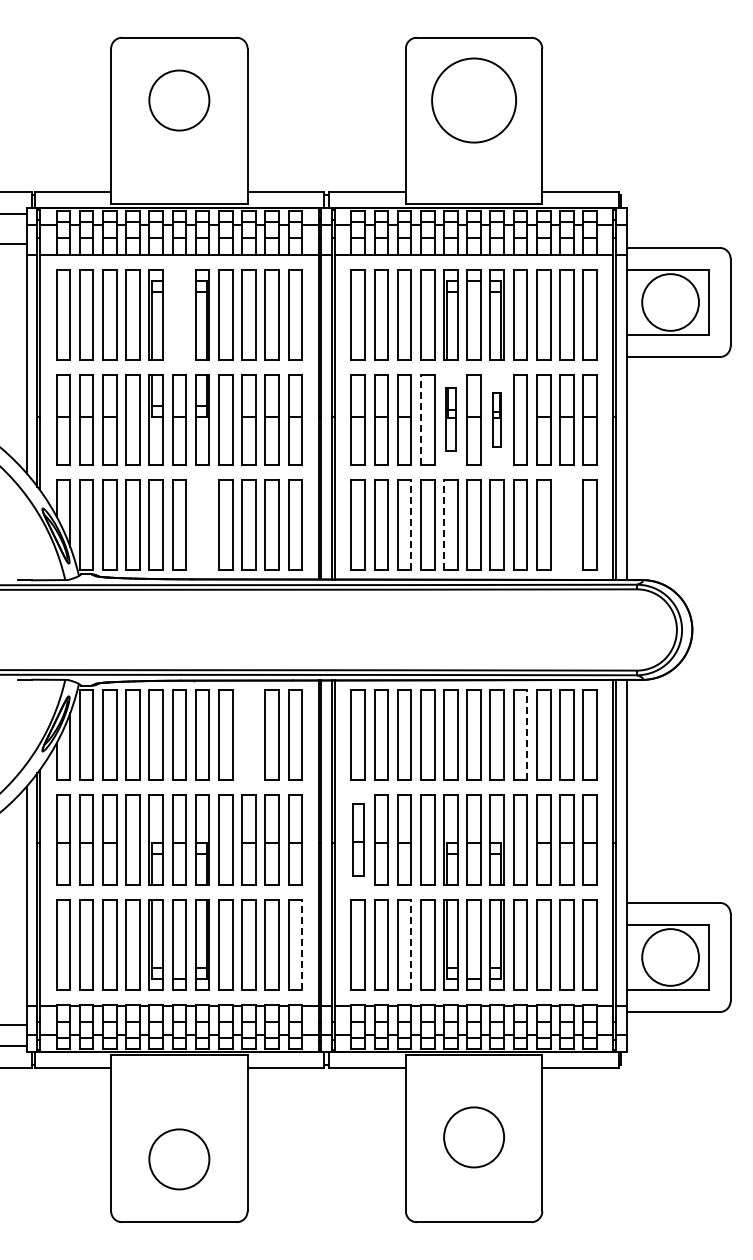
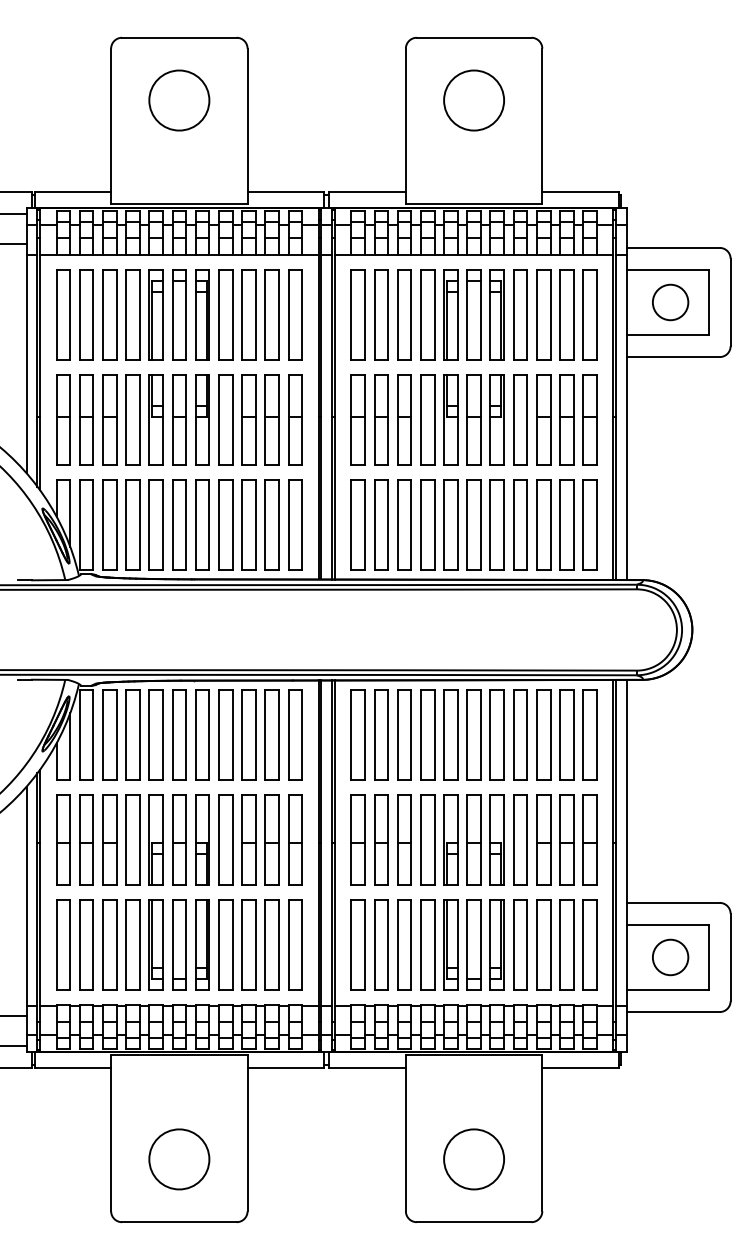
circle at (474, 100) diameter: 84 px -> 60 px
circle at (670, 302) diameter: 57 px -> 35 px
part at (179, 314): none -> present
line at (420, 419): dashed -> solid
part at (450, 419) size: 12x65 px -> 16x92 px
part at (496, 419) size: 10x56 px -> 16x92 px
part at (202, 524): none -> present
line at (411, 524): dashed -> solid
line at (444, 524): dashed -> solid
part at (566, 524): none -> present
part at (248, 734): none -> present
line at (527, 734): dashed -> solid
part at (358, 839) size: 13x74 px -> 16x92 px
line at (302, 944): dashed -> solid
line at (411, 944): dashed -> solid
circle at (670, 957) diameter: 57 px -> 35 px
line at (14, 1024) position: (14, 1024) -> (14, 1015)
circle at (473, 1137) position: (473, 1137) -> (473, 1159)
